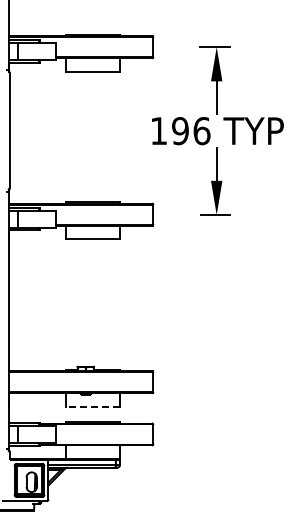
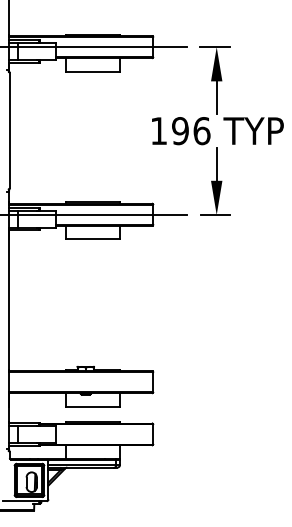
line at (94, 47): none -> present
line at (94, 215): none -> present
line at (92, 406): dashed -> solid
